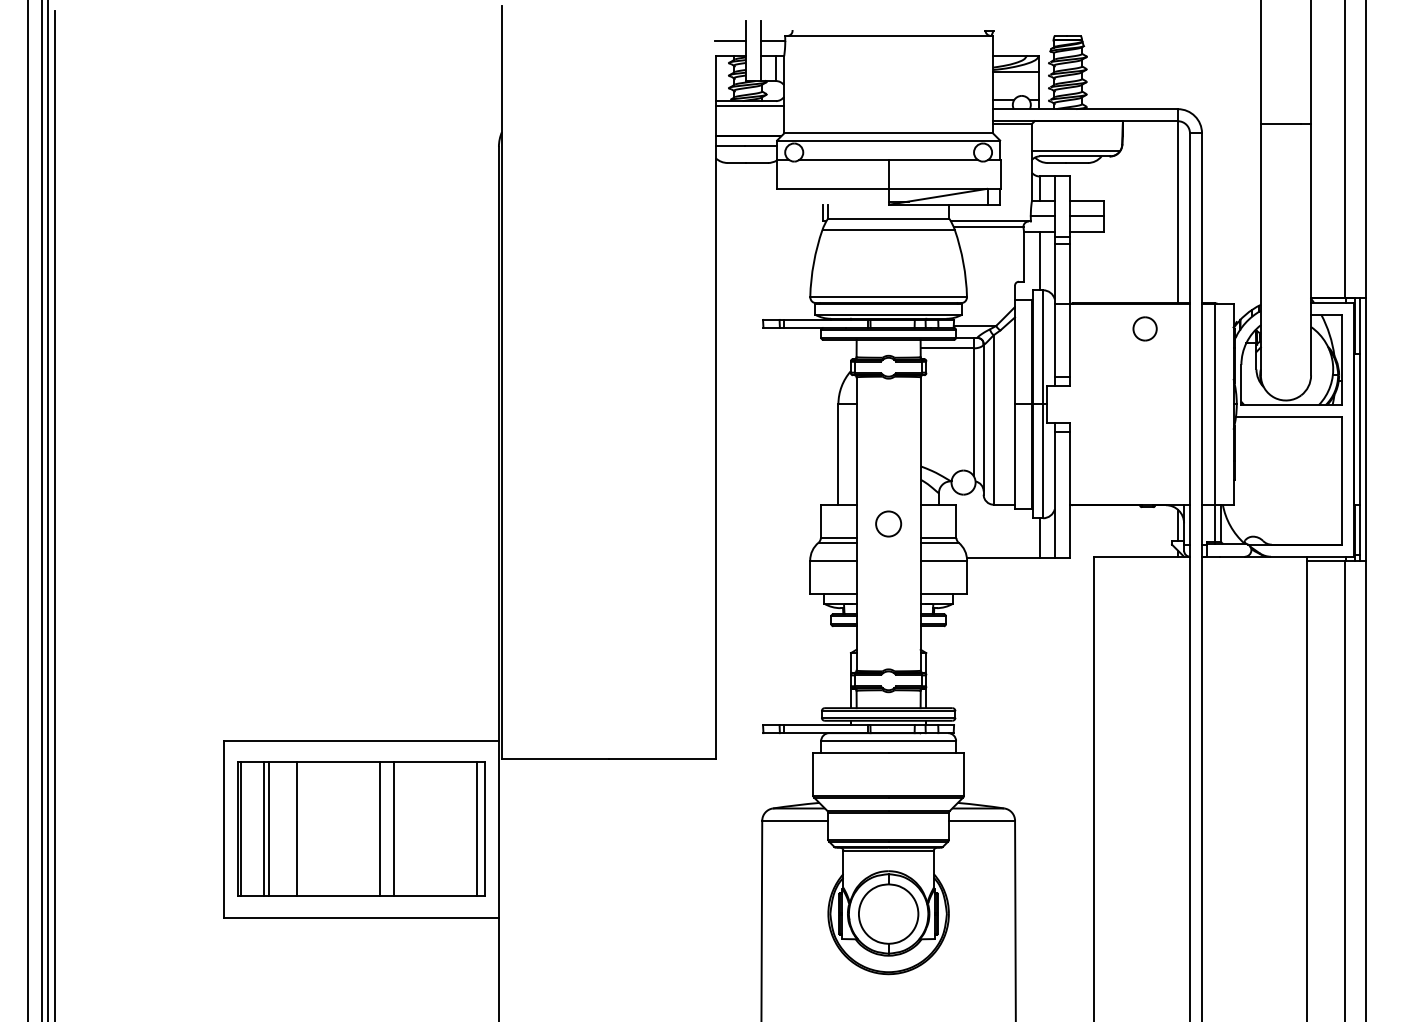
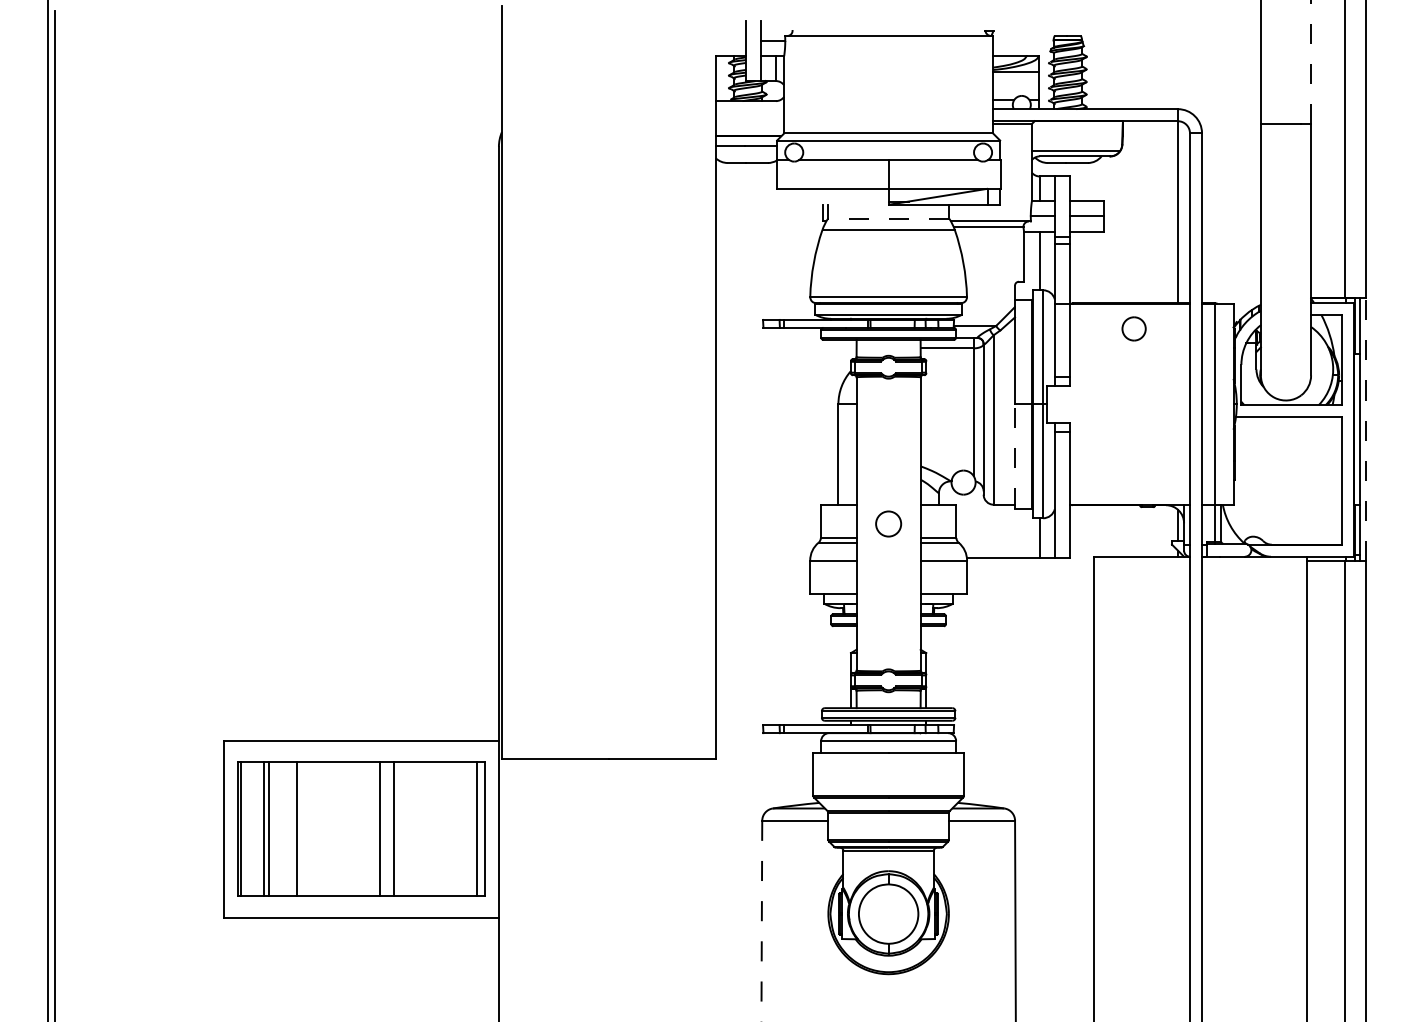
line at (729, 41): present -> none
line at (1311, 62): solid -> dashed
line at (749, 106): present -> none
line at (888, 218): solid -> dashed
part at (1144, 328) position: (1144, 328) -> (1133, 328)
line at (1365, 429): solid -> dashed
line at (1015, 455): solid -> dashed
line at (28, 510): present -> none
line at (42, 510): present -> none
line at (761, 921): solid -> dashed
